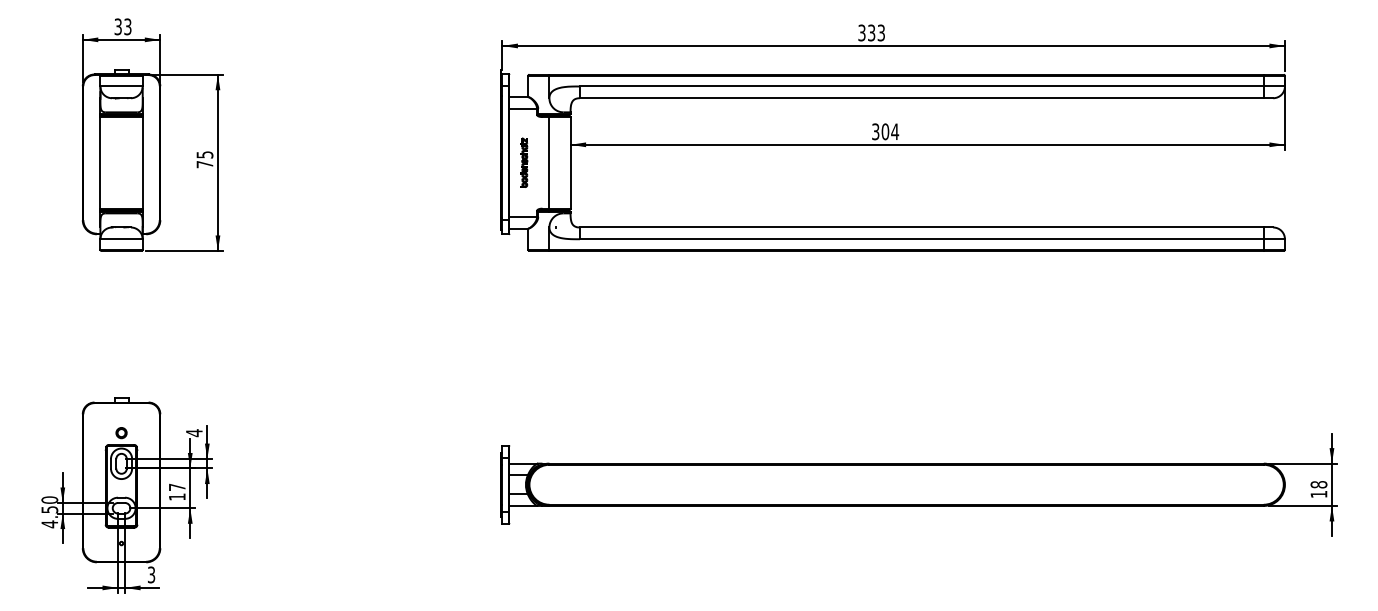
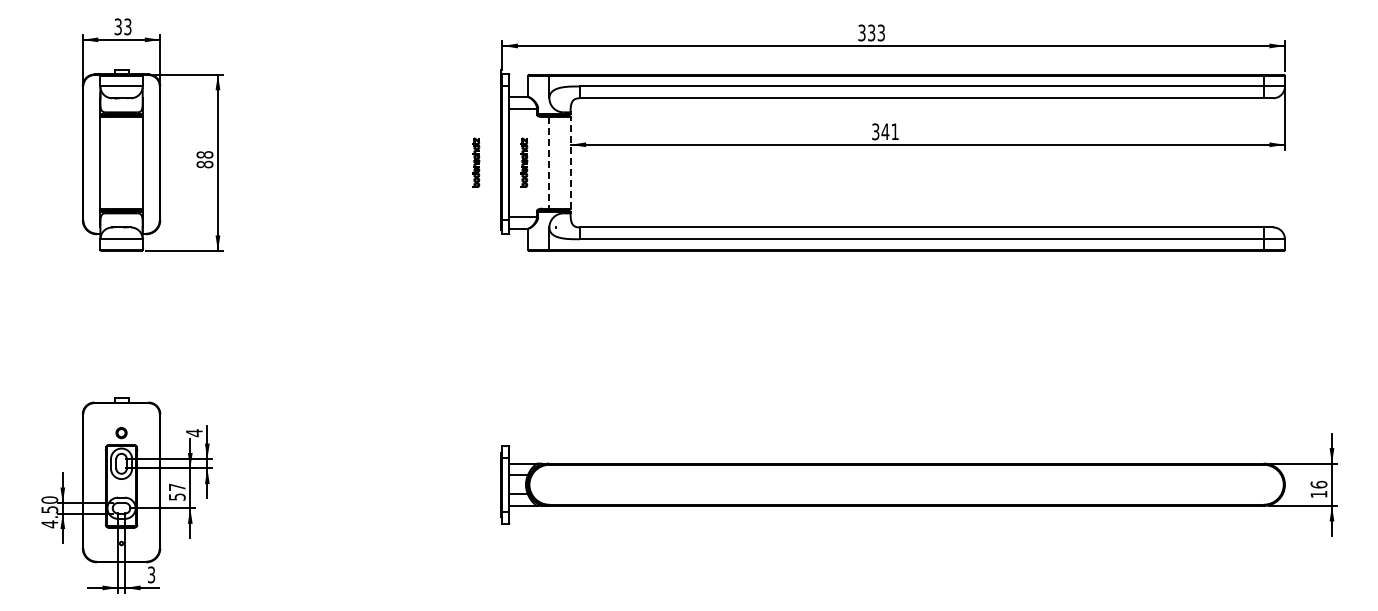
text at (890, 131): 304 -> 341
text at (204, 159): 75 -> 88
part at (476, 162): none -> present
line at (549, 162): solid -> dashed
line at (570, 162): solid -> dashed
text at (1318, 484): 18 -> 16
text at (177, 496): 17 -> 57
